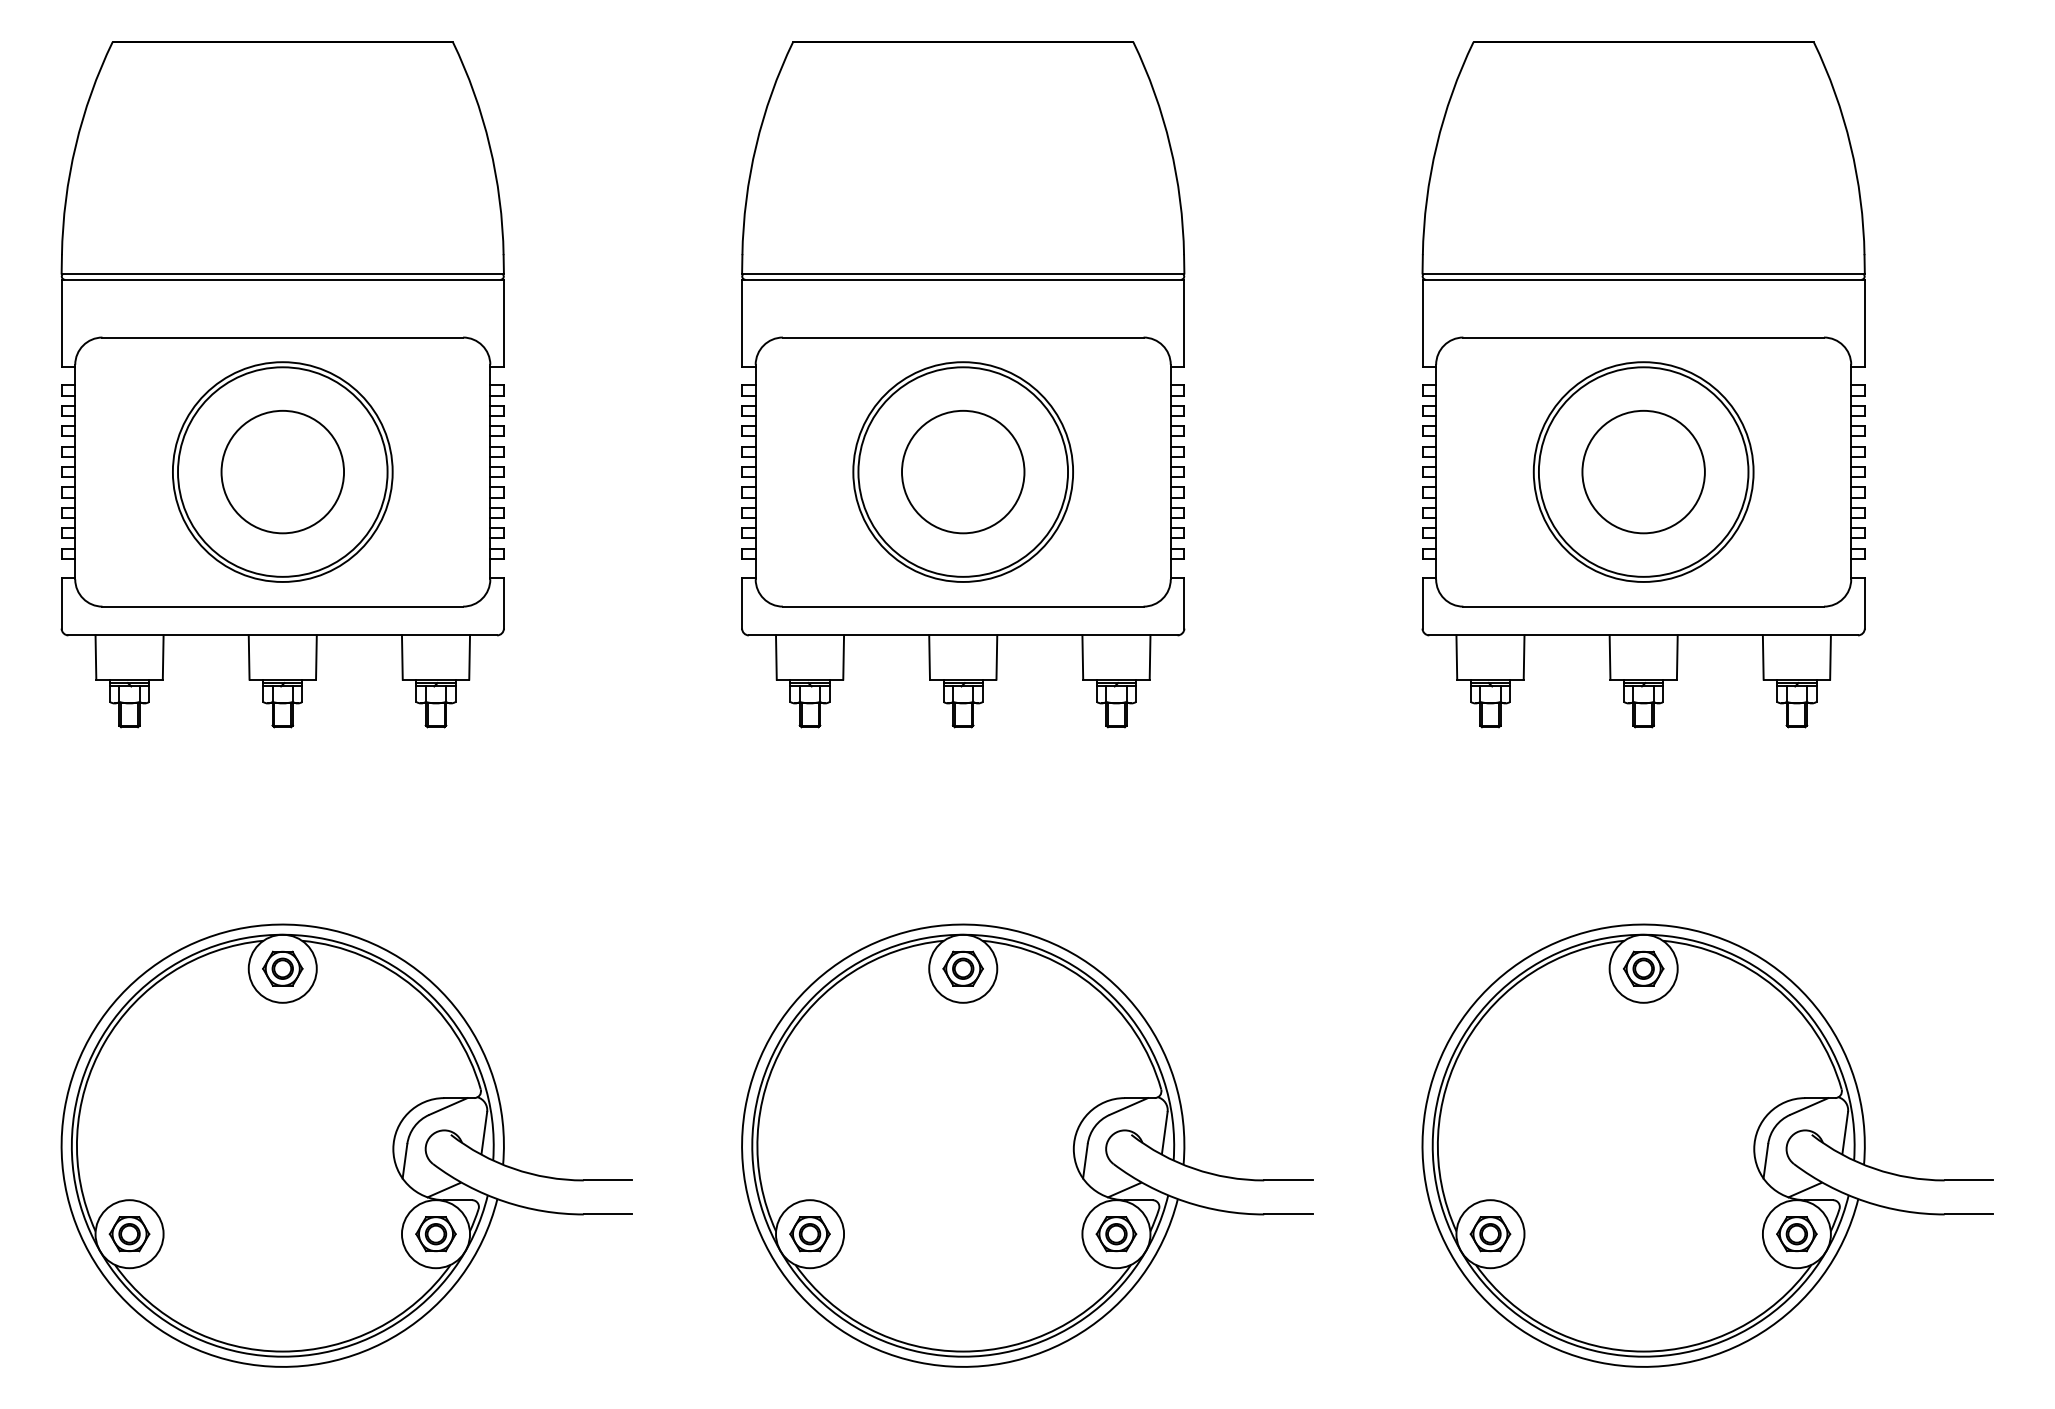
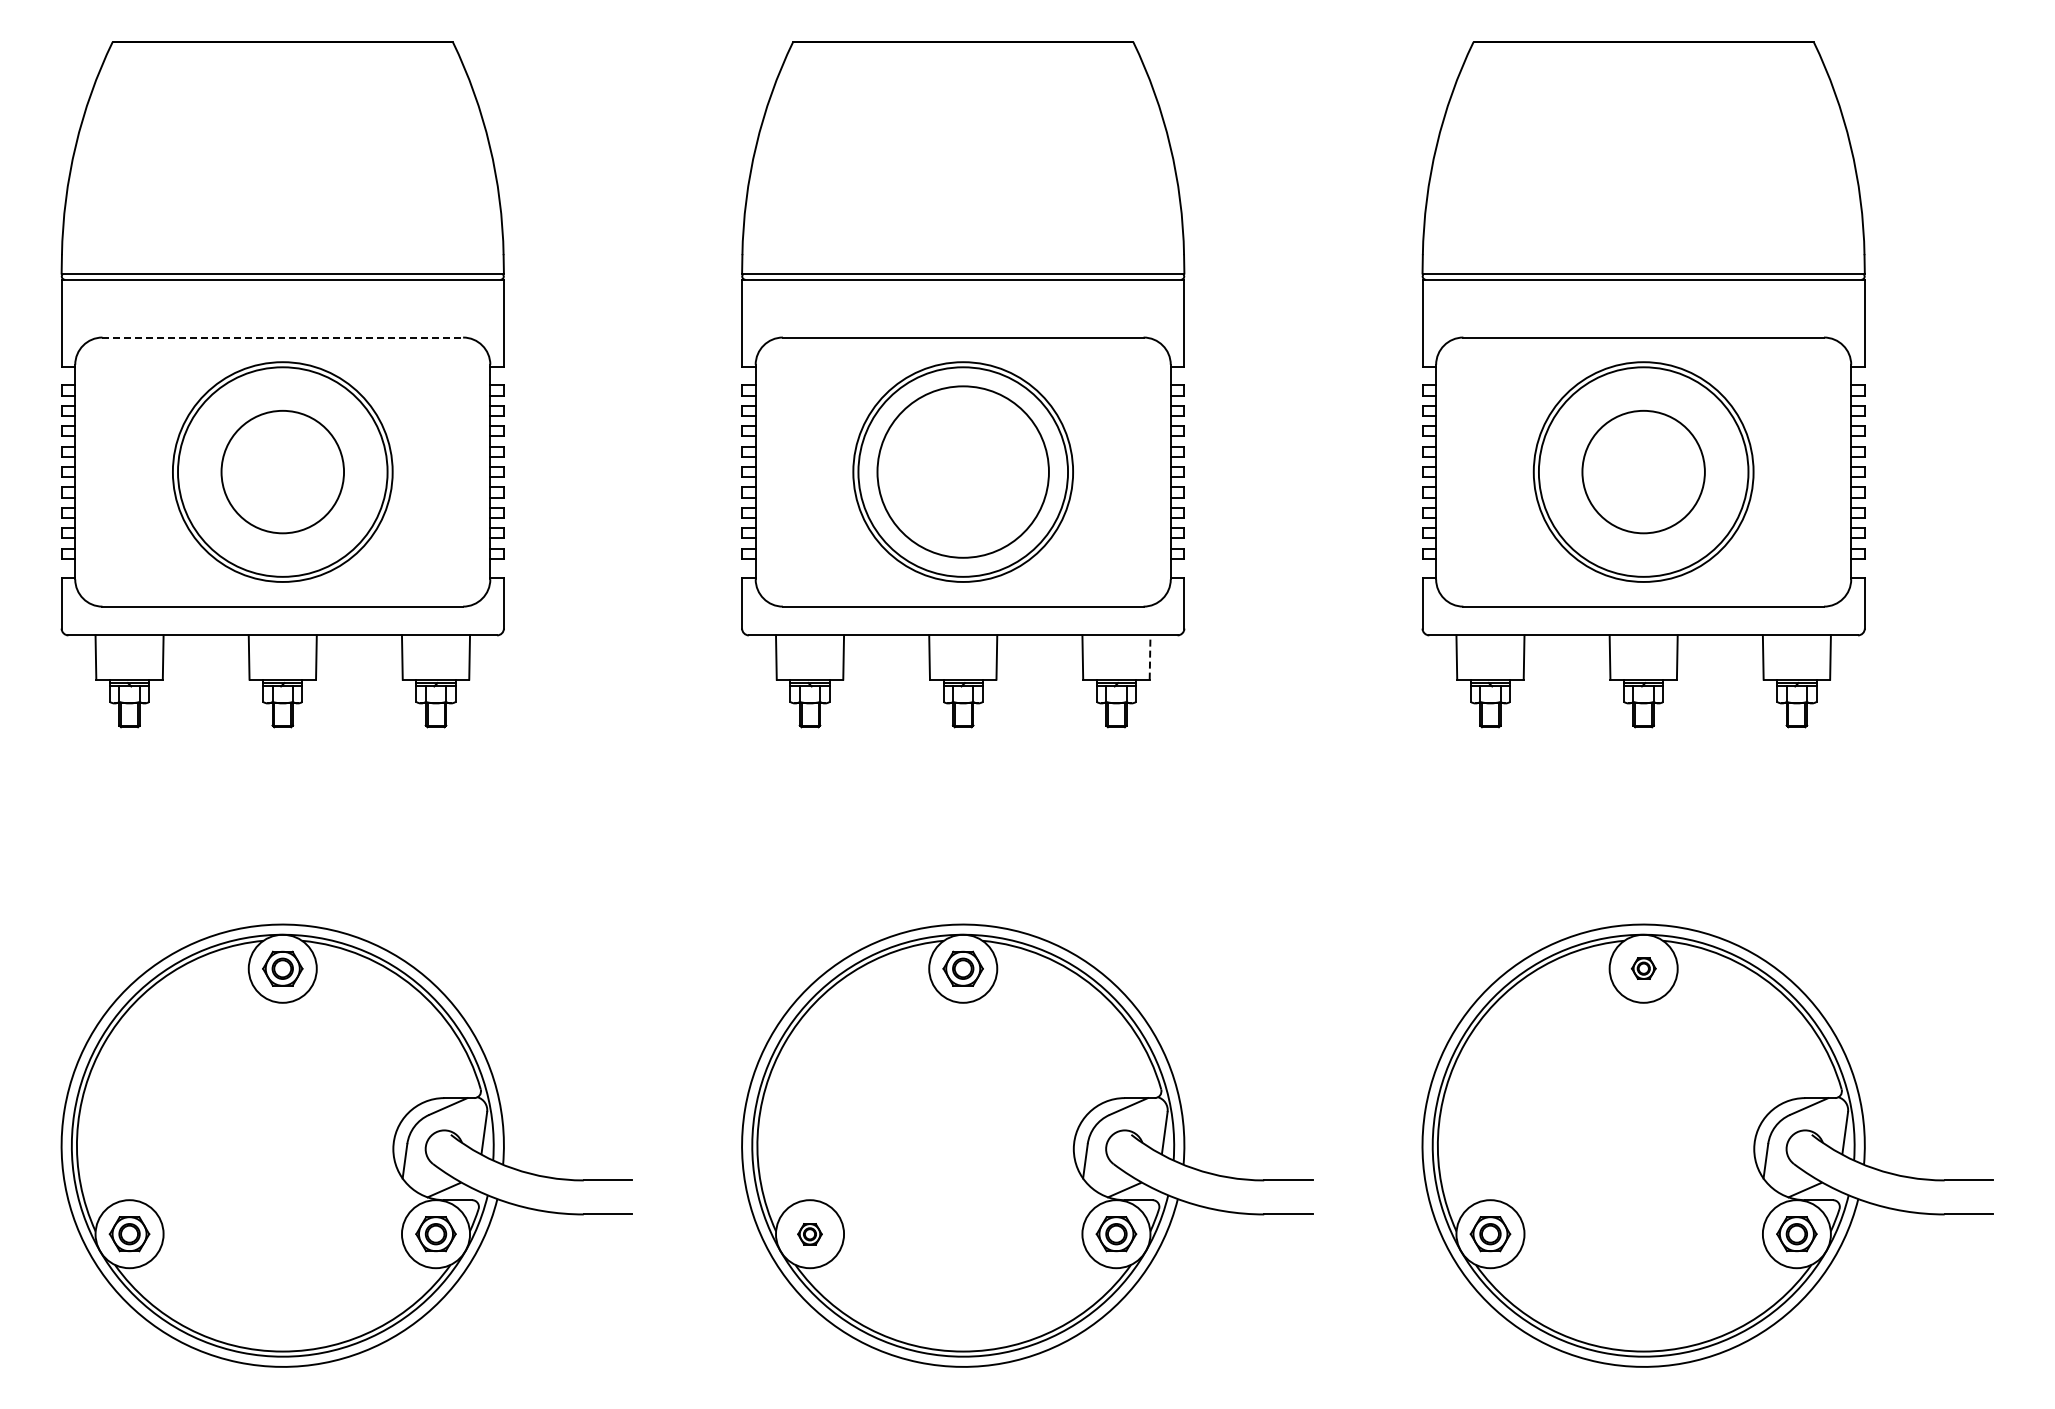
line at (283, 337): solid -> dashed
circle at (963, 471) diameter: 122 px -> 171 px
line at (1150, 657): solid -> dashed
part at (1643, 968) size: 42x37 px -> 27x23 px
part at (809, 1234) size: 42x37 px -> 26x23 px
